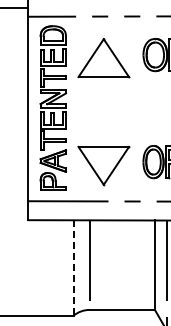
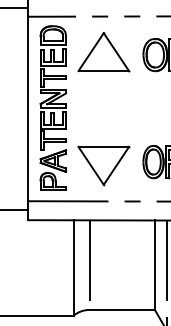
part at (103, 58) position: (103, 58) -> (103, 52)
line at (15, 210): none -> present
line at (73, 267): dashed -> solid
